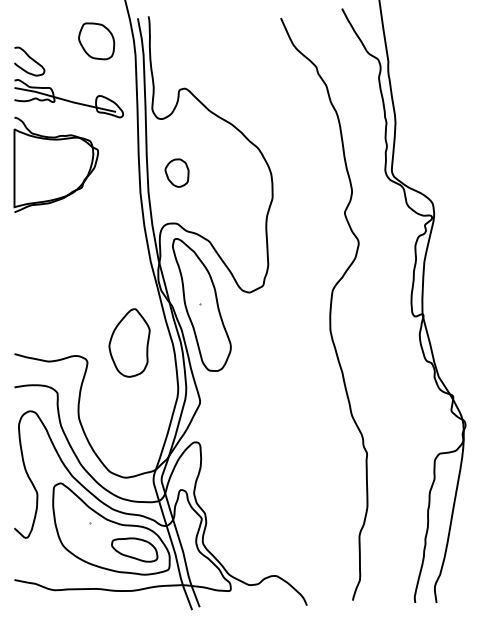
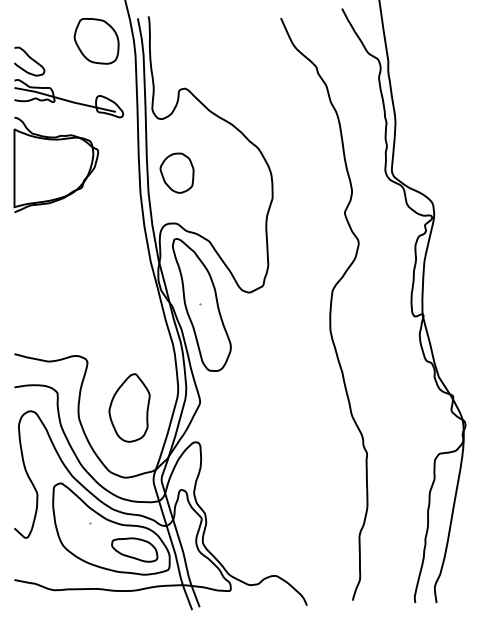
part at (96, 41) size: 38x39 px -> 47x47 px
part at (176, 172) size: 26x30 px -> 36x42 px
part at (129, 342) position: (129, 342) -> (129, 407)
